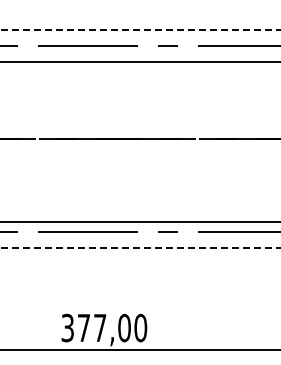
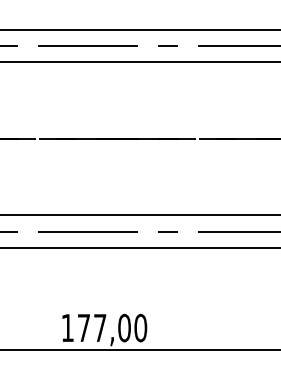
line at (140, 29): dashed -> solid
line at (139, 222) position: (139, 222) -> (139, 215)
line at (140, 248): dashed -> solid
text at (67, 327): 377,00 -> 177,00
